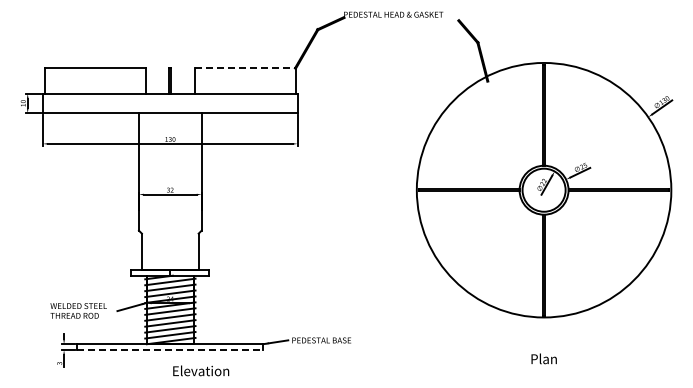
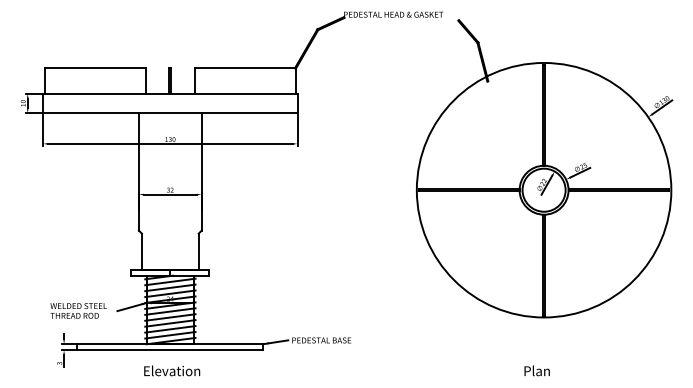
line at (245, 68): dashed -> solid
line at (170, 350): dashed -> solid
text at (543, 358) position: (543, 358) -> (536, 370)
text at (201, 370) position: (201, 370) -> (172, 370)
